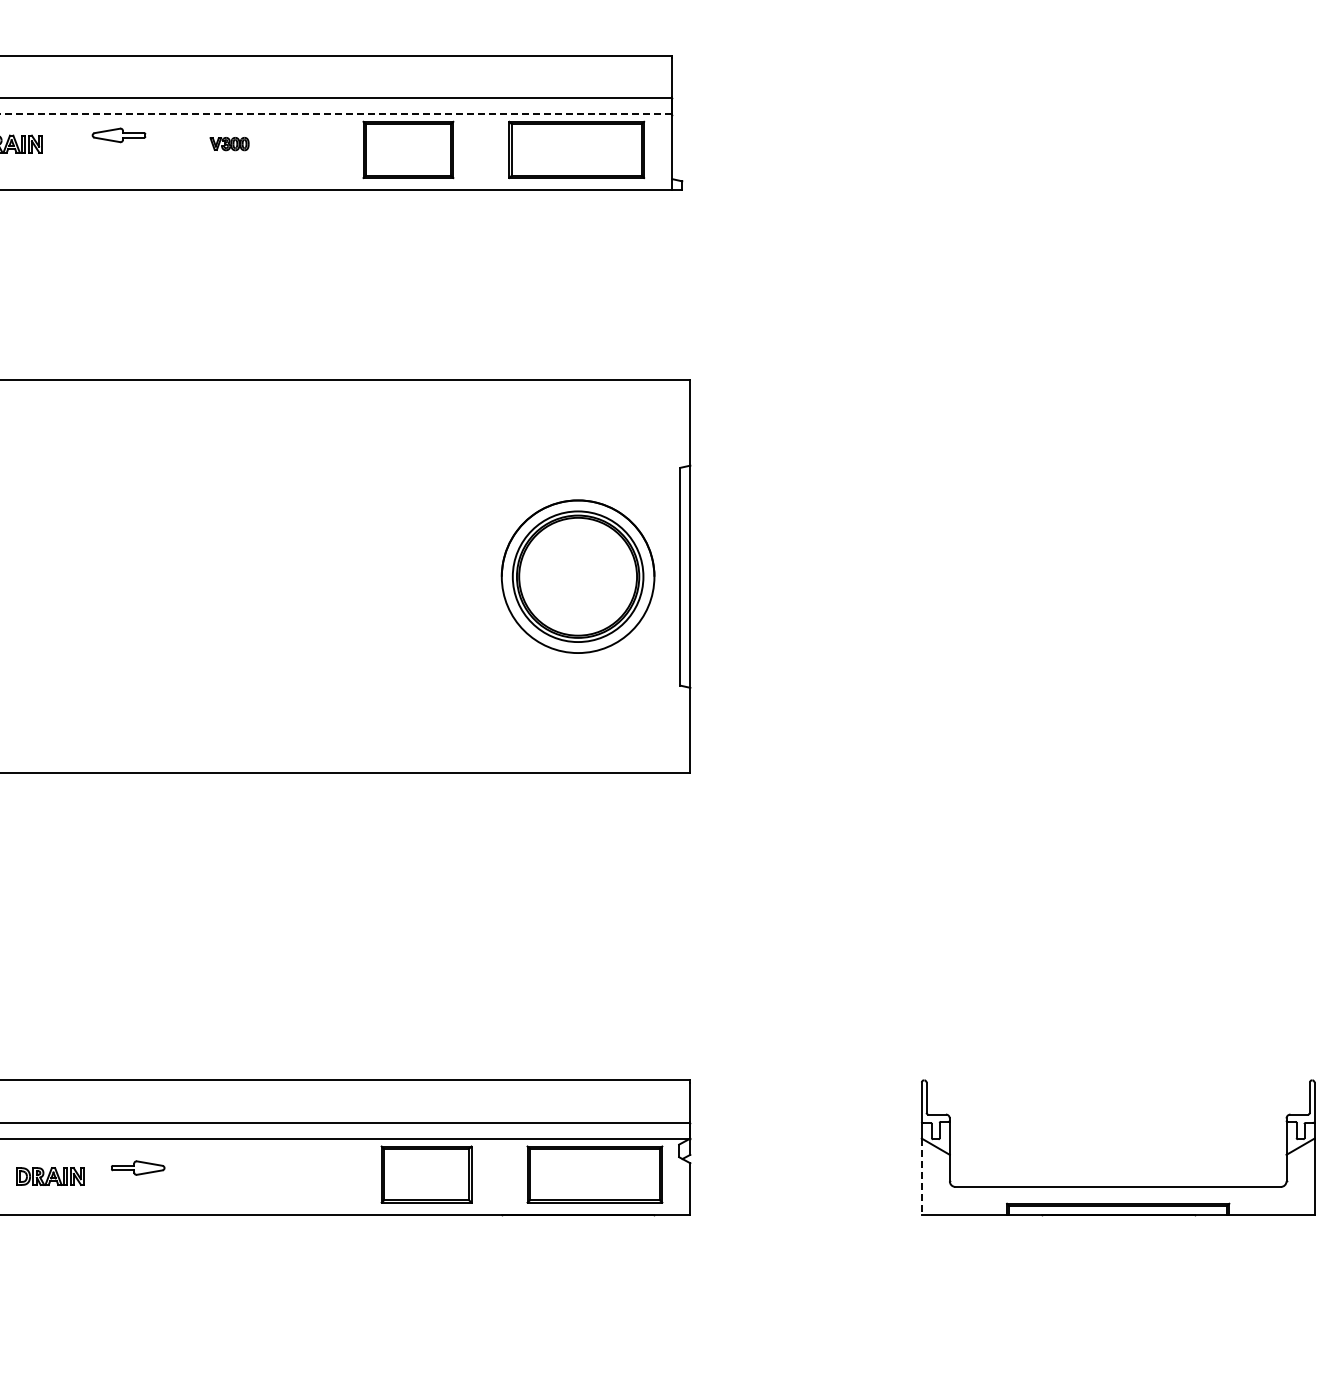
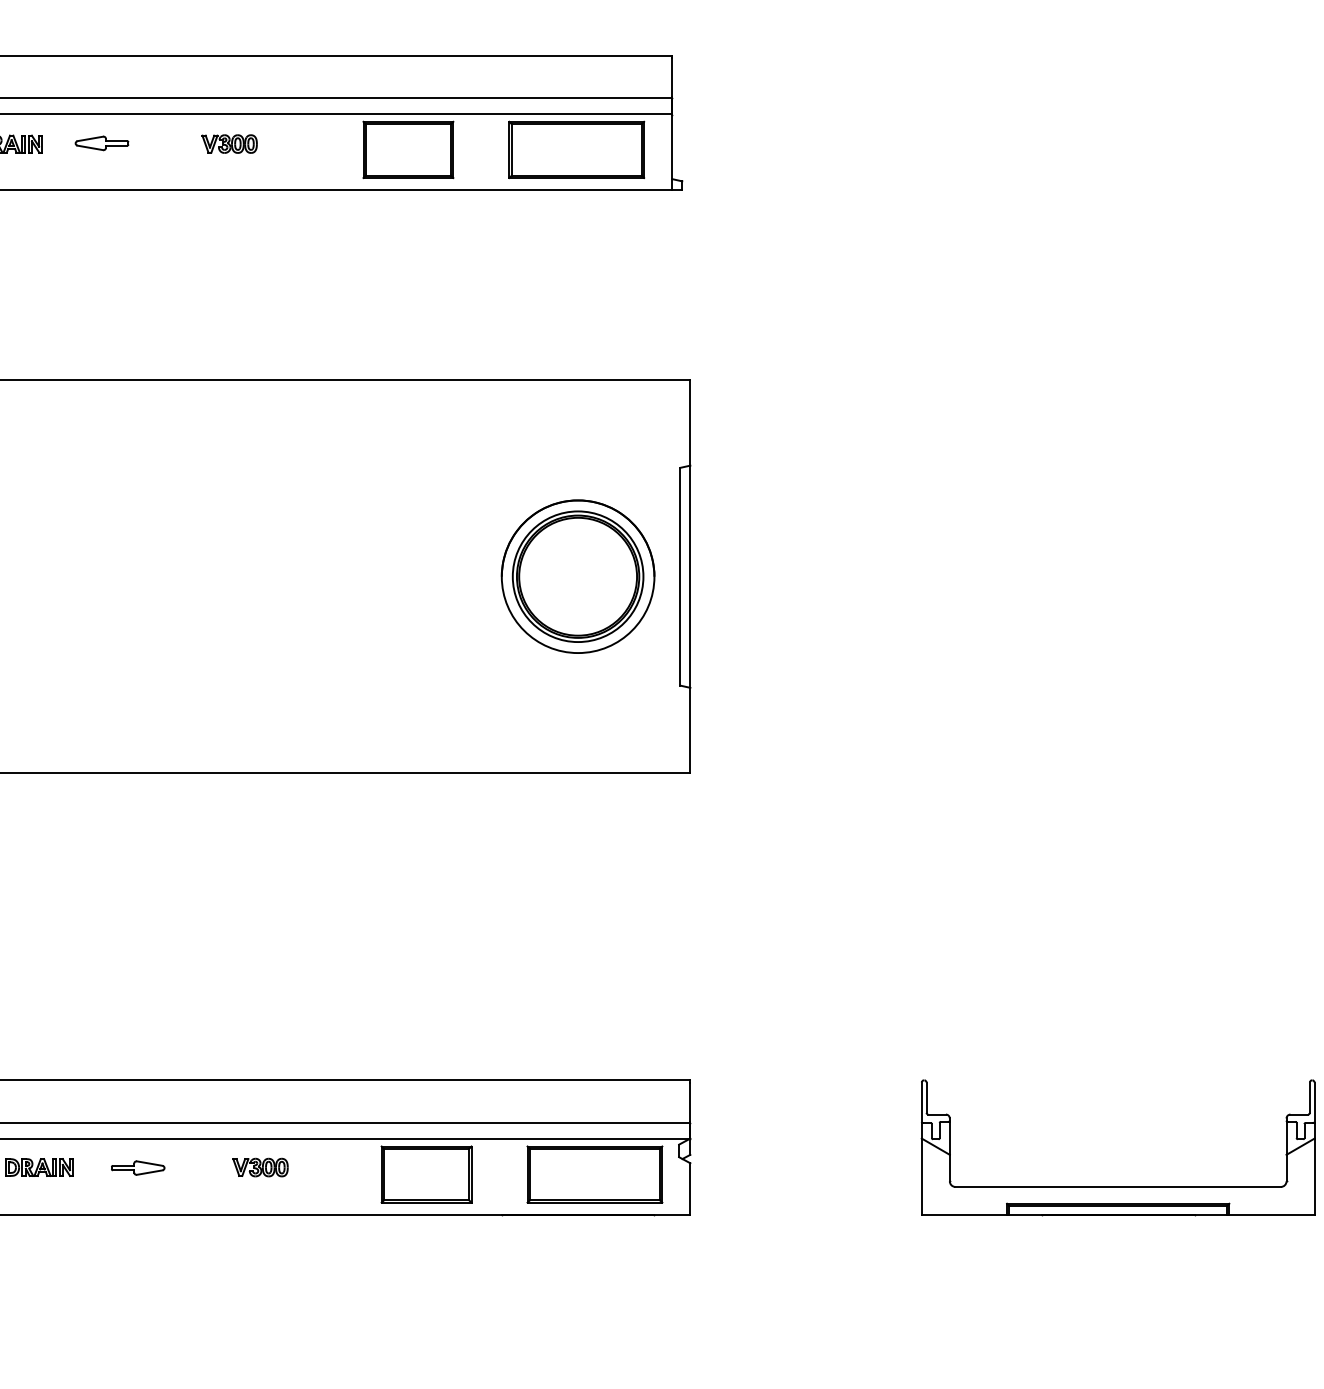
line at (336, 114): dashed -> solid
part at (118, 135) position: (118, 135) -> (101, 143)
part at (229, 144) size: 41x15 px -> 57x20 px
part at (260, 1167): none -> present
part at (50, 1176) position: (50, 1176) -> (39, 1167)
line at (921, 1177): dashed -> solid
